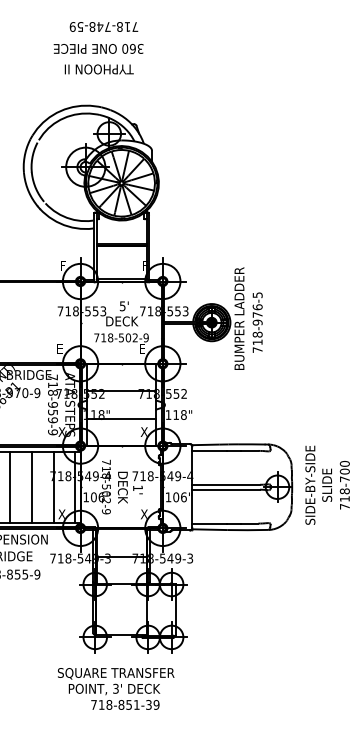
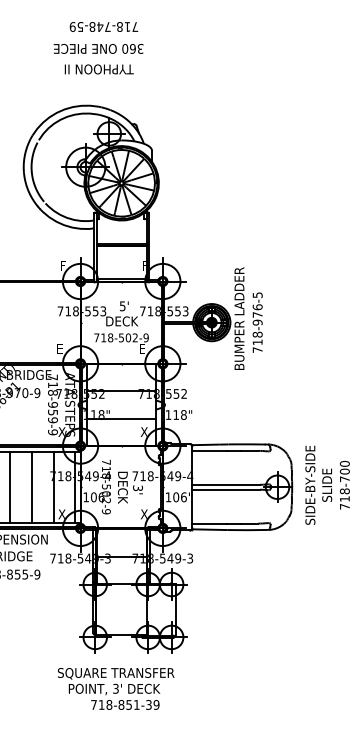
text at (137, 488): 1' -> 3'
